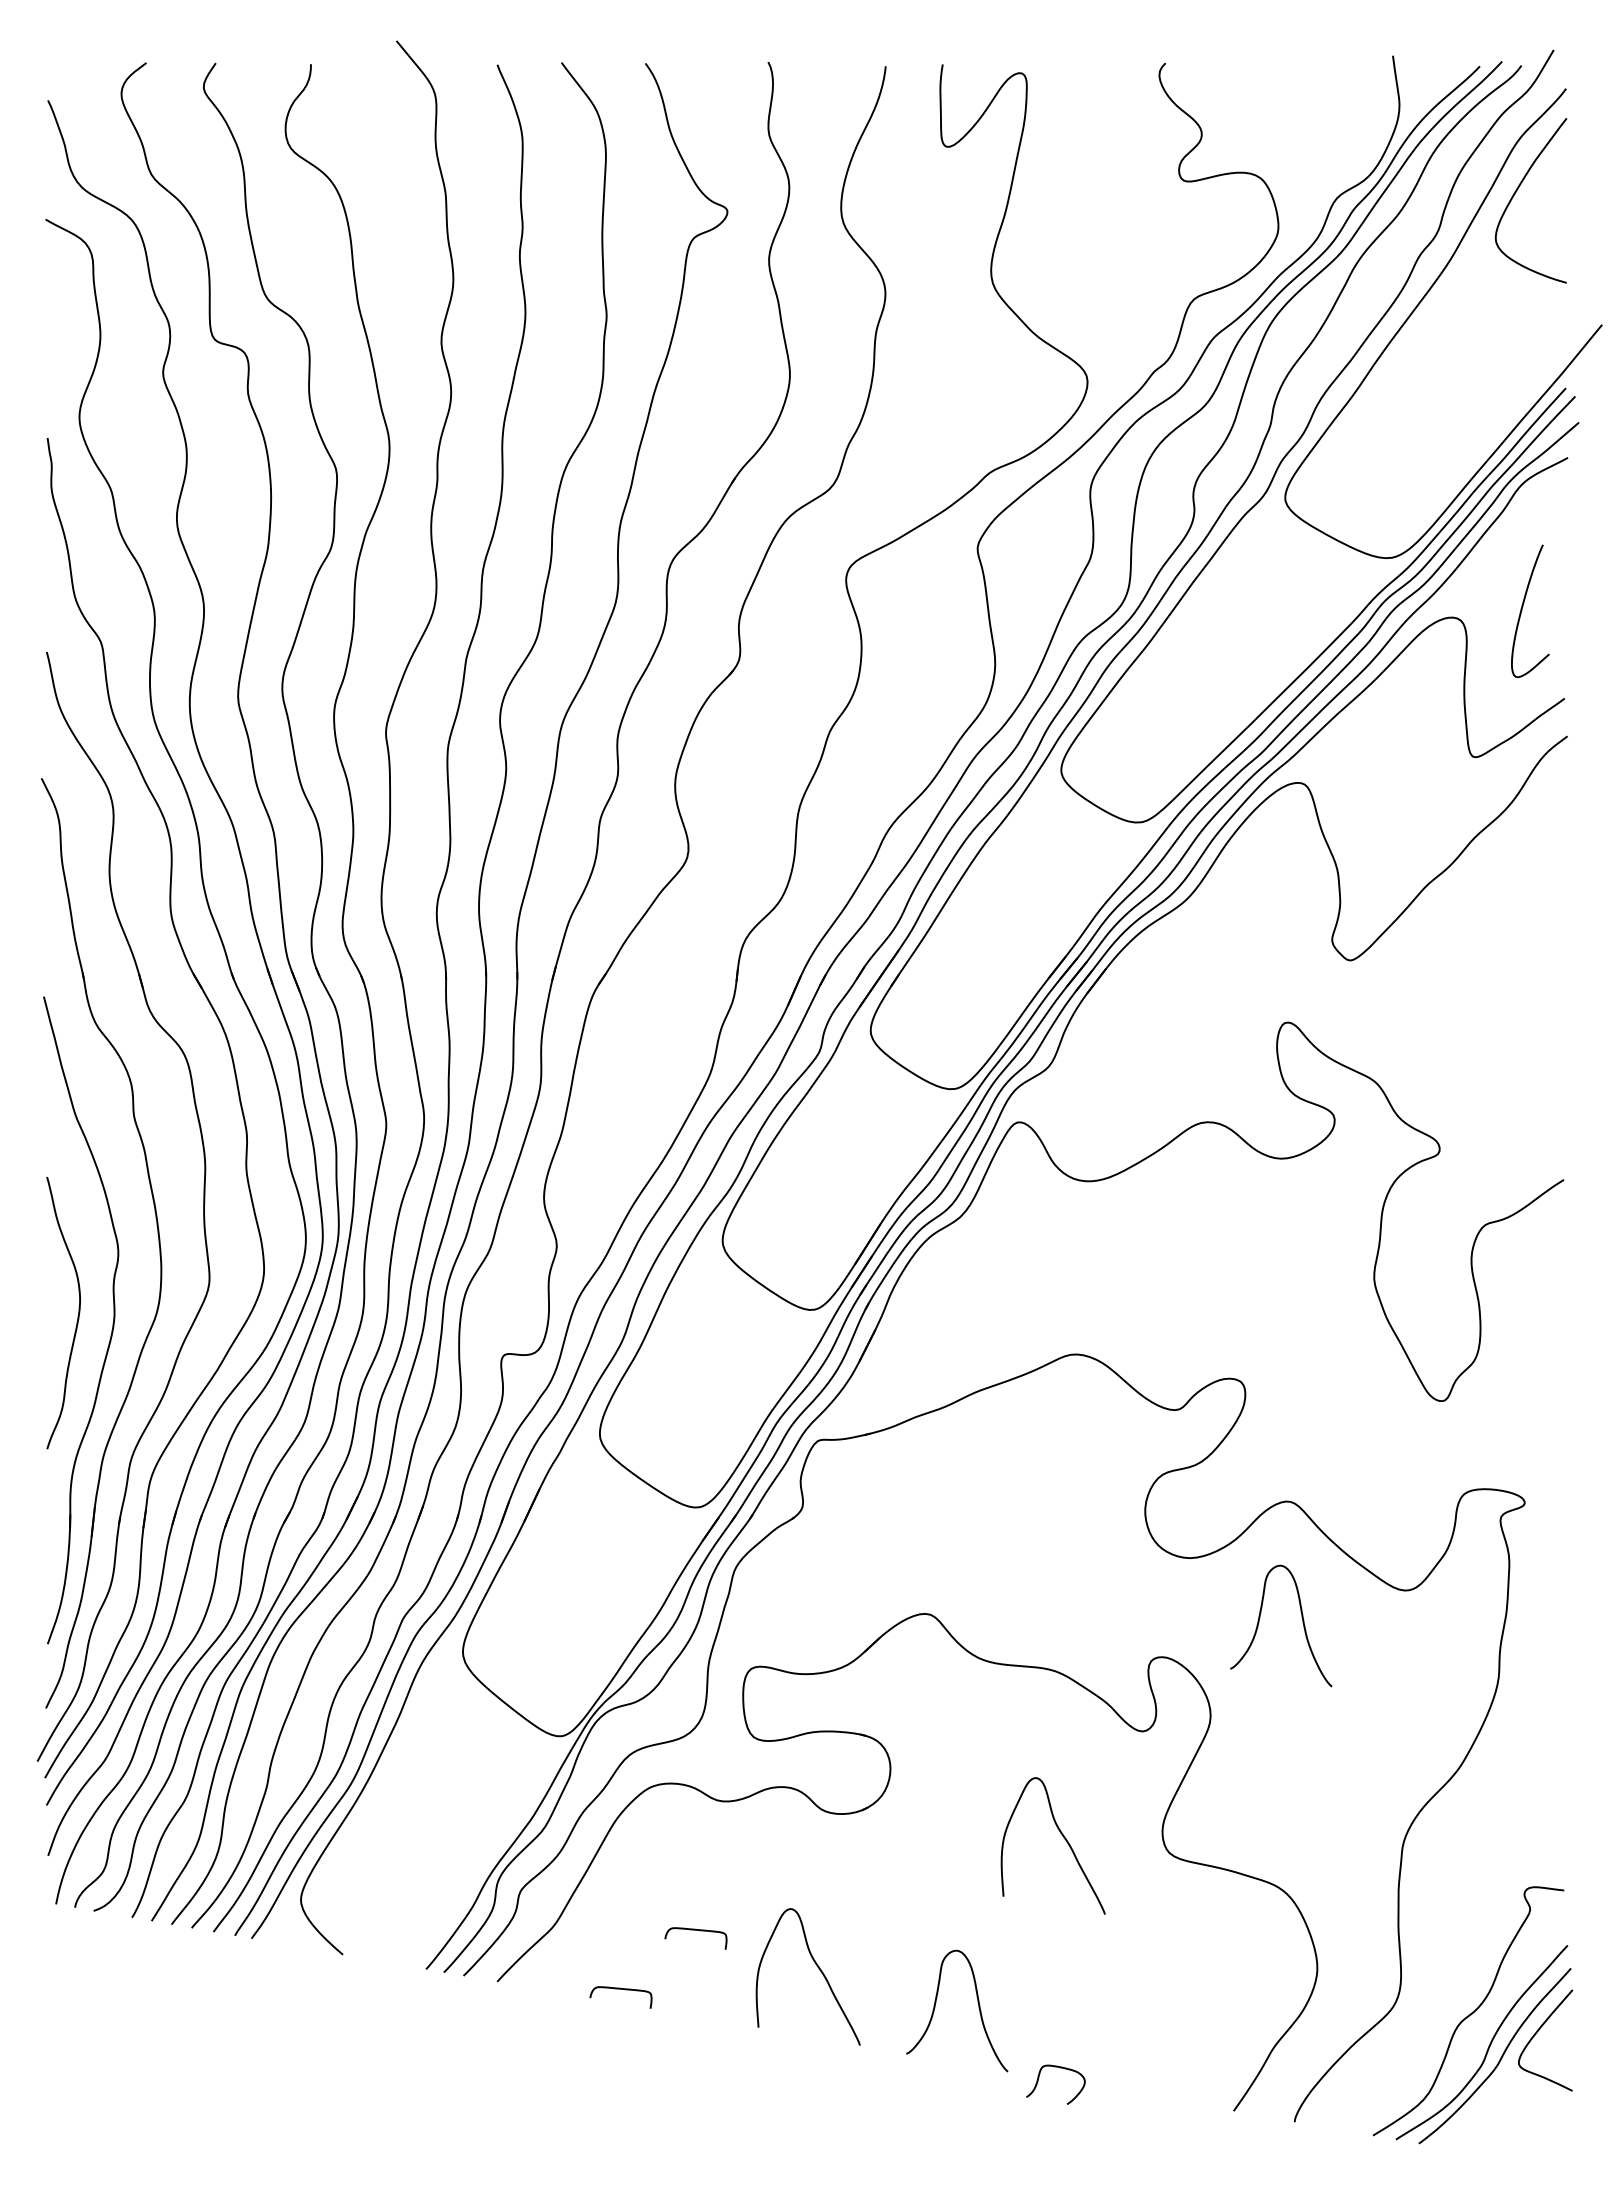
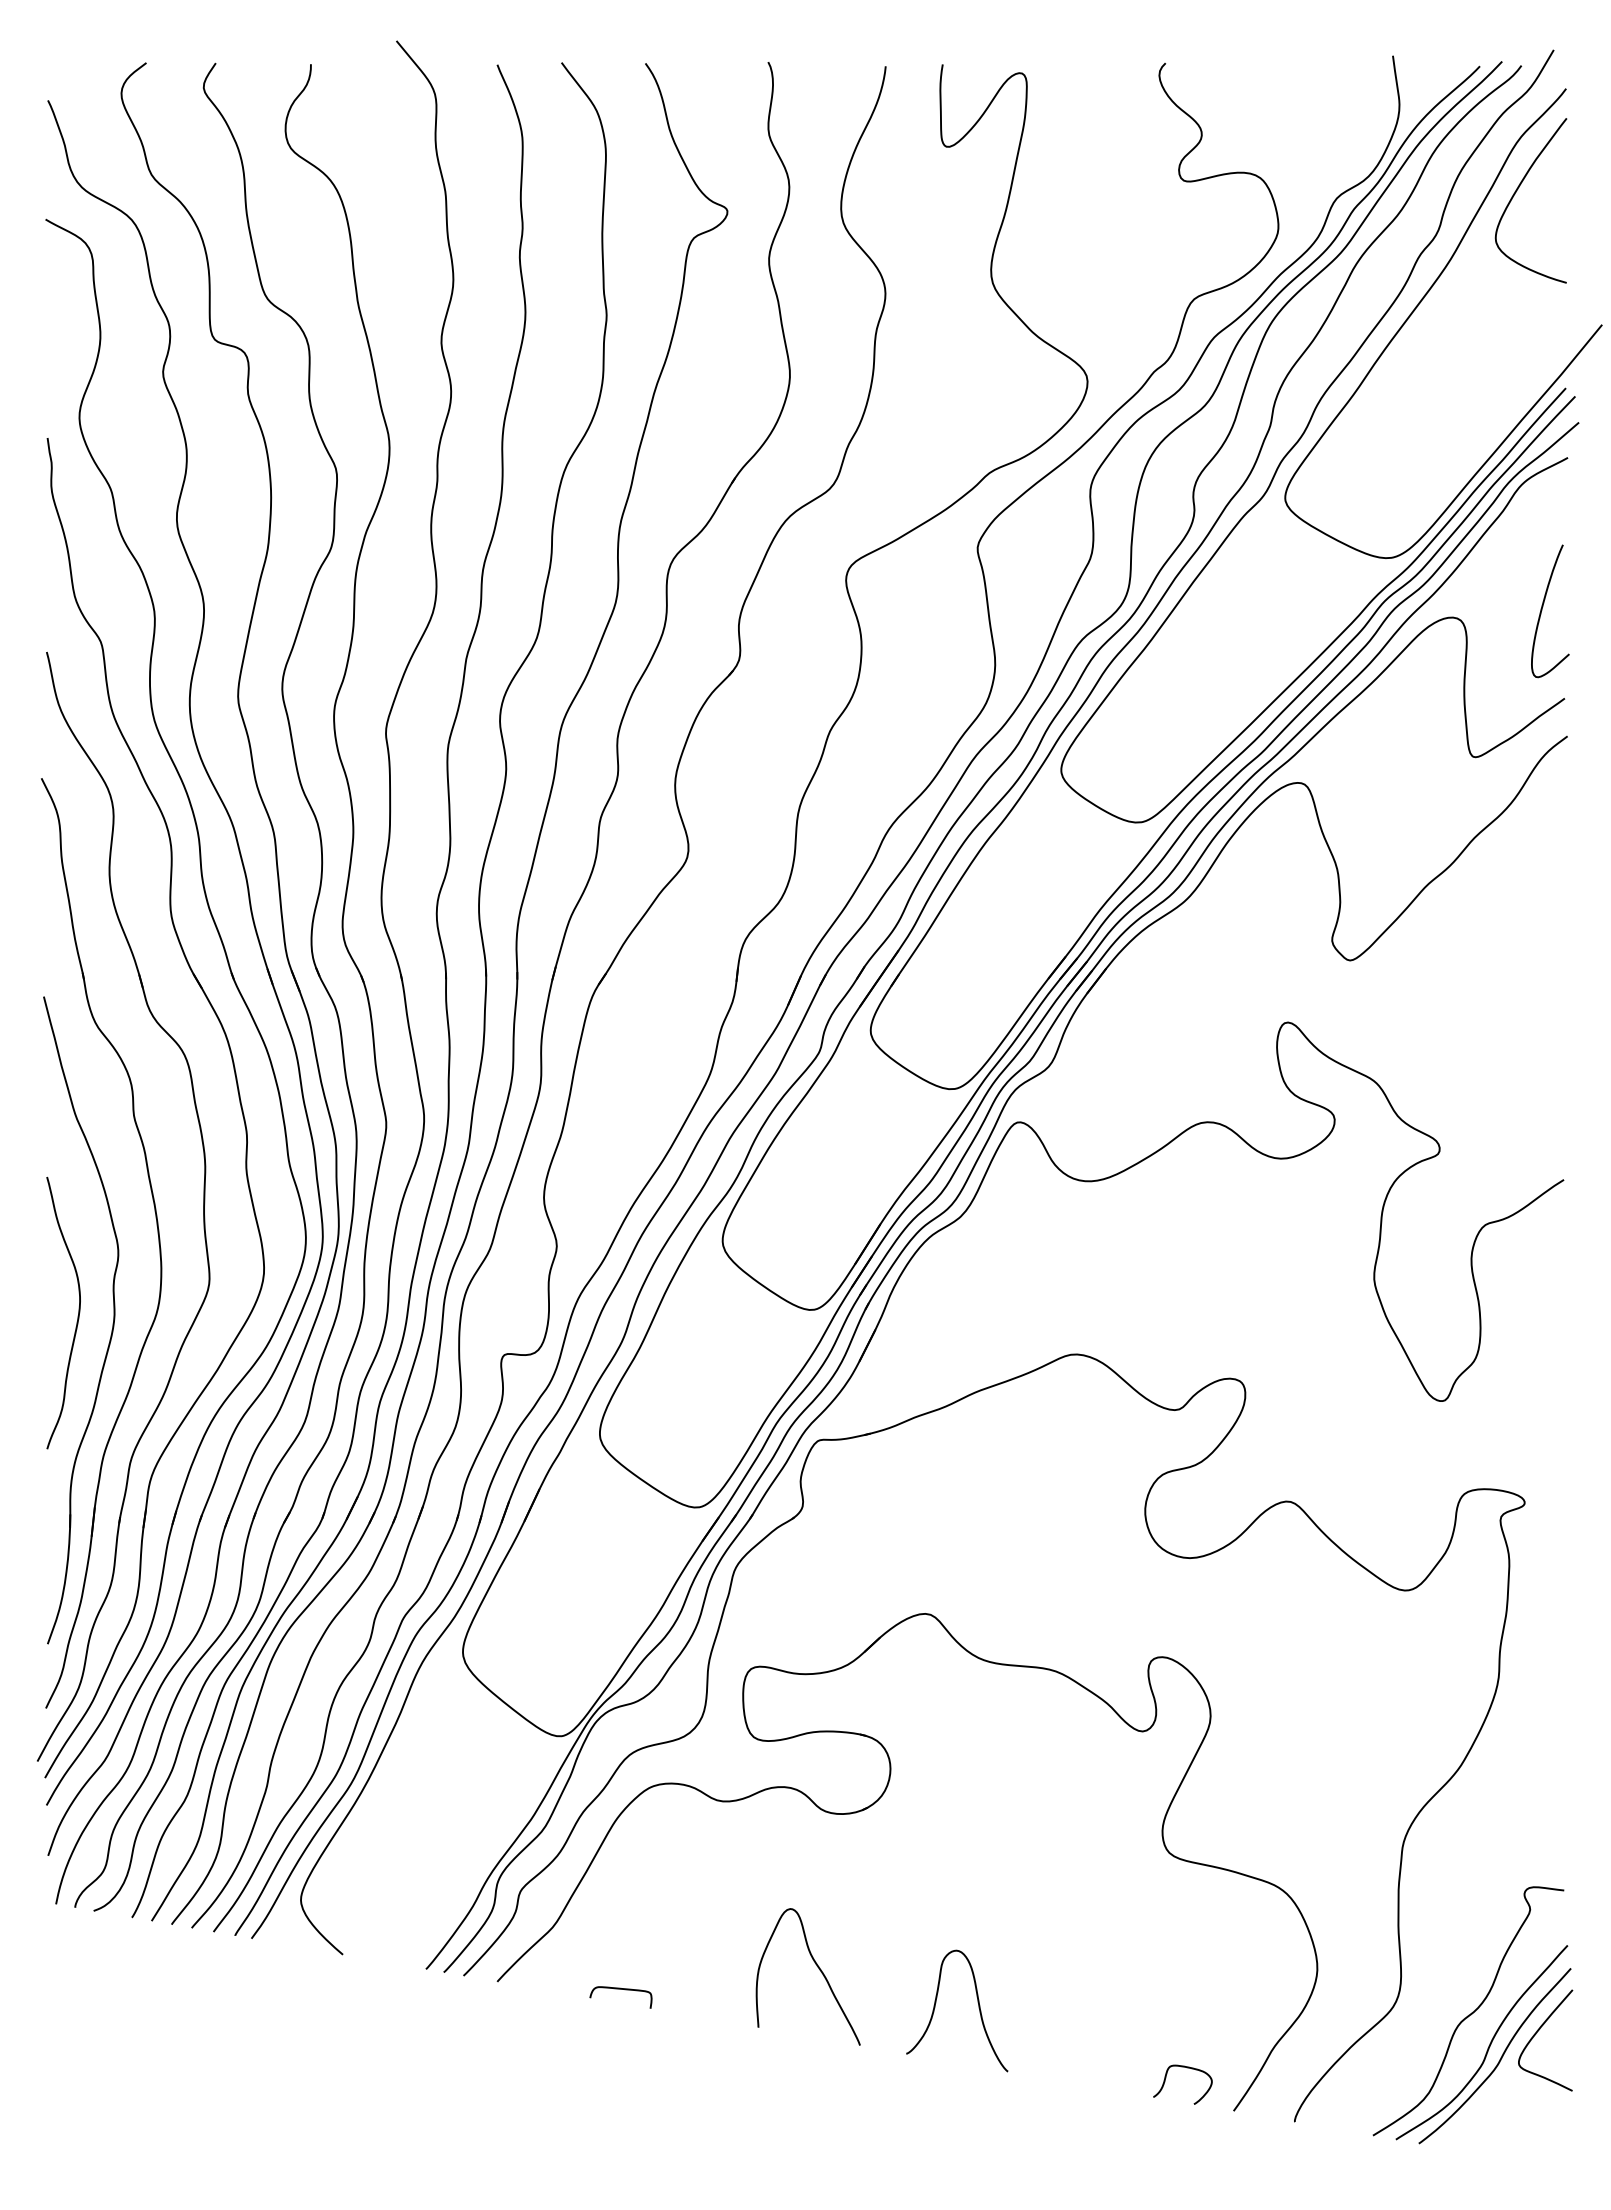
curve at (1522, 610) position: (1522, 610) -> (1542, 610)
curve at (1302, 1623): present -> none
curve at (1064, 1839): present -> none
curve at (695, 1930): present -> none
curve at (1060, 2068) position: (1060, 2068) -> (1187, 2068)
